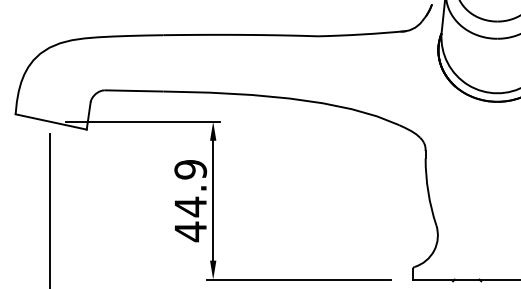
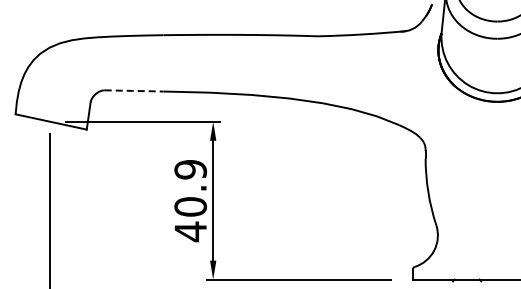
line at (133, 90): solid -> dashed
text at (190, 206): 44.9 -> 40.9
